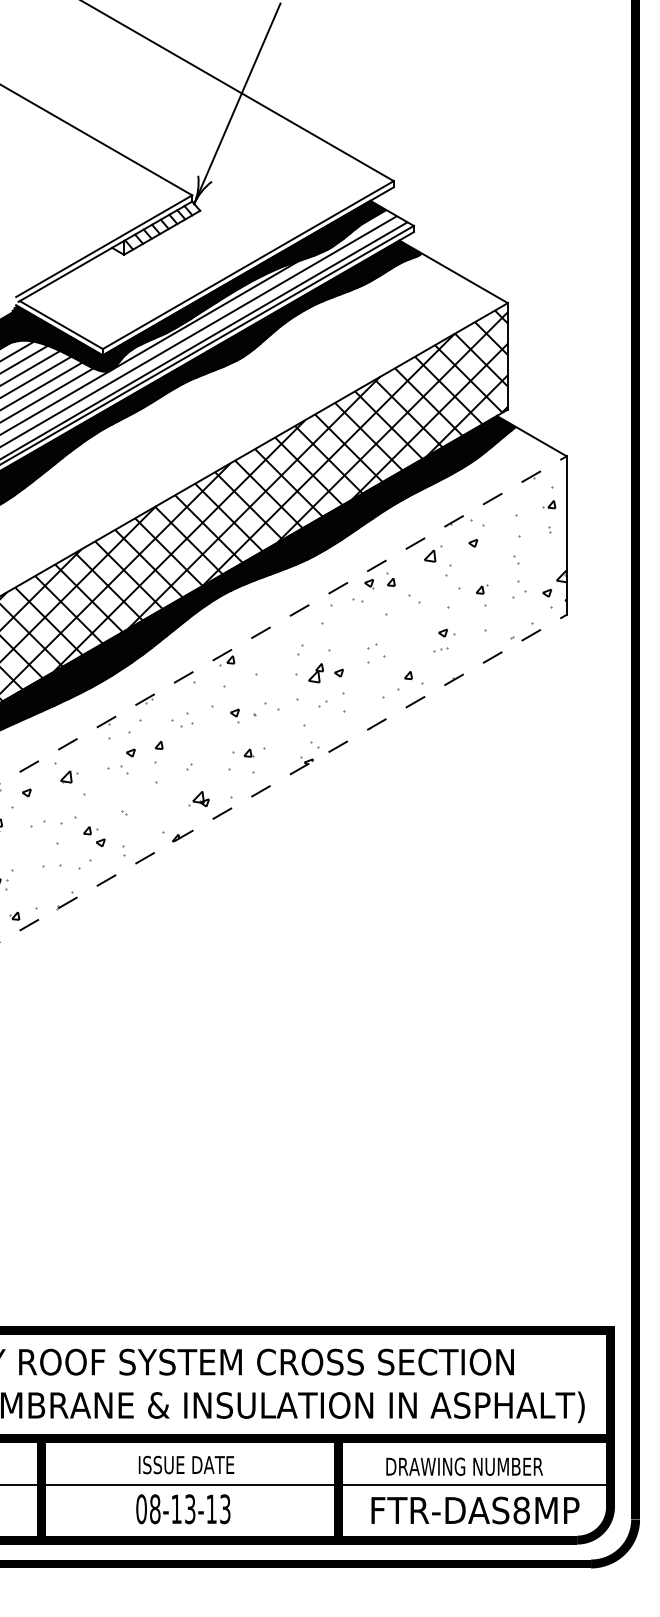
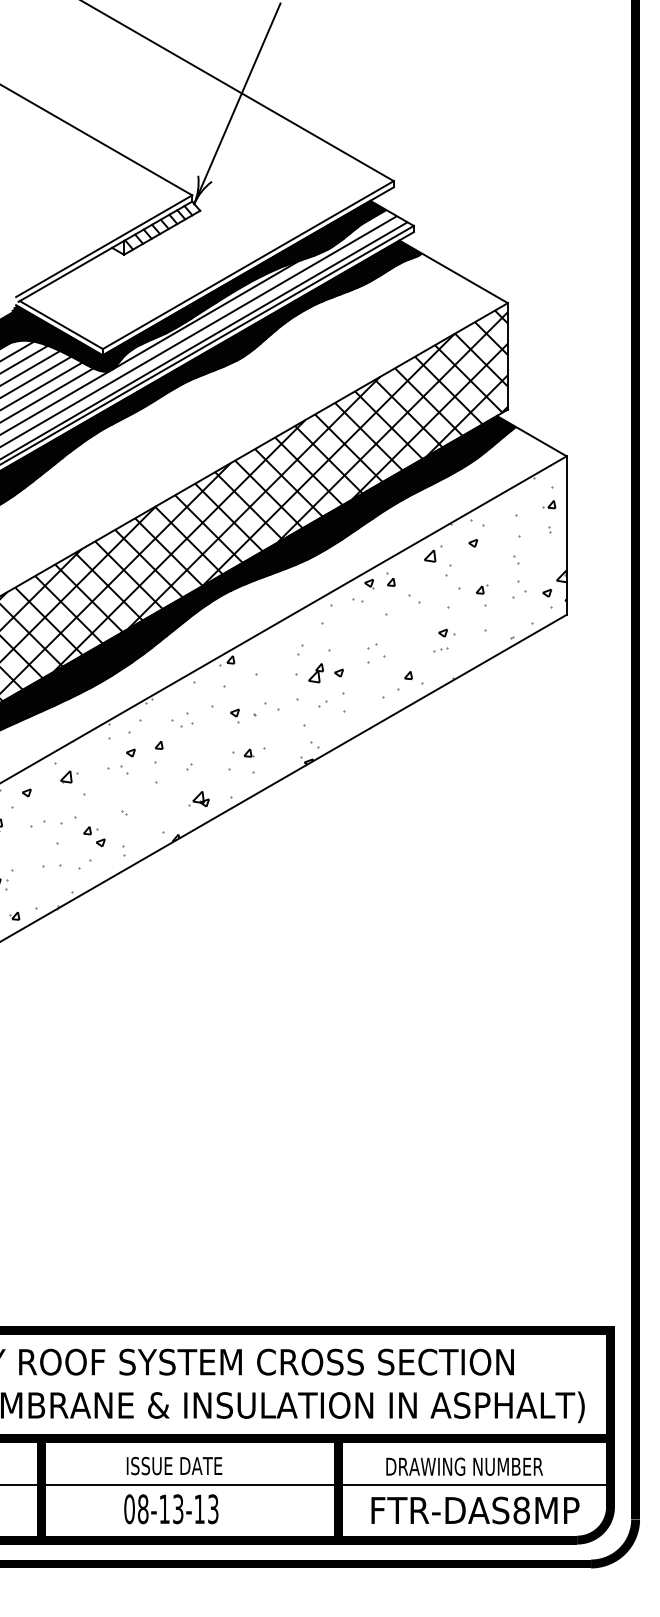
line at (283, 619): dashed -> solid
line at (283, 778): dashed -> solid
text at (186, 1464) position: (186, 1464) -> (174, 1465)
text at (183, 1509) position: (183, 1509) -> (171, 1509)
